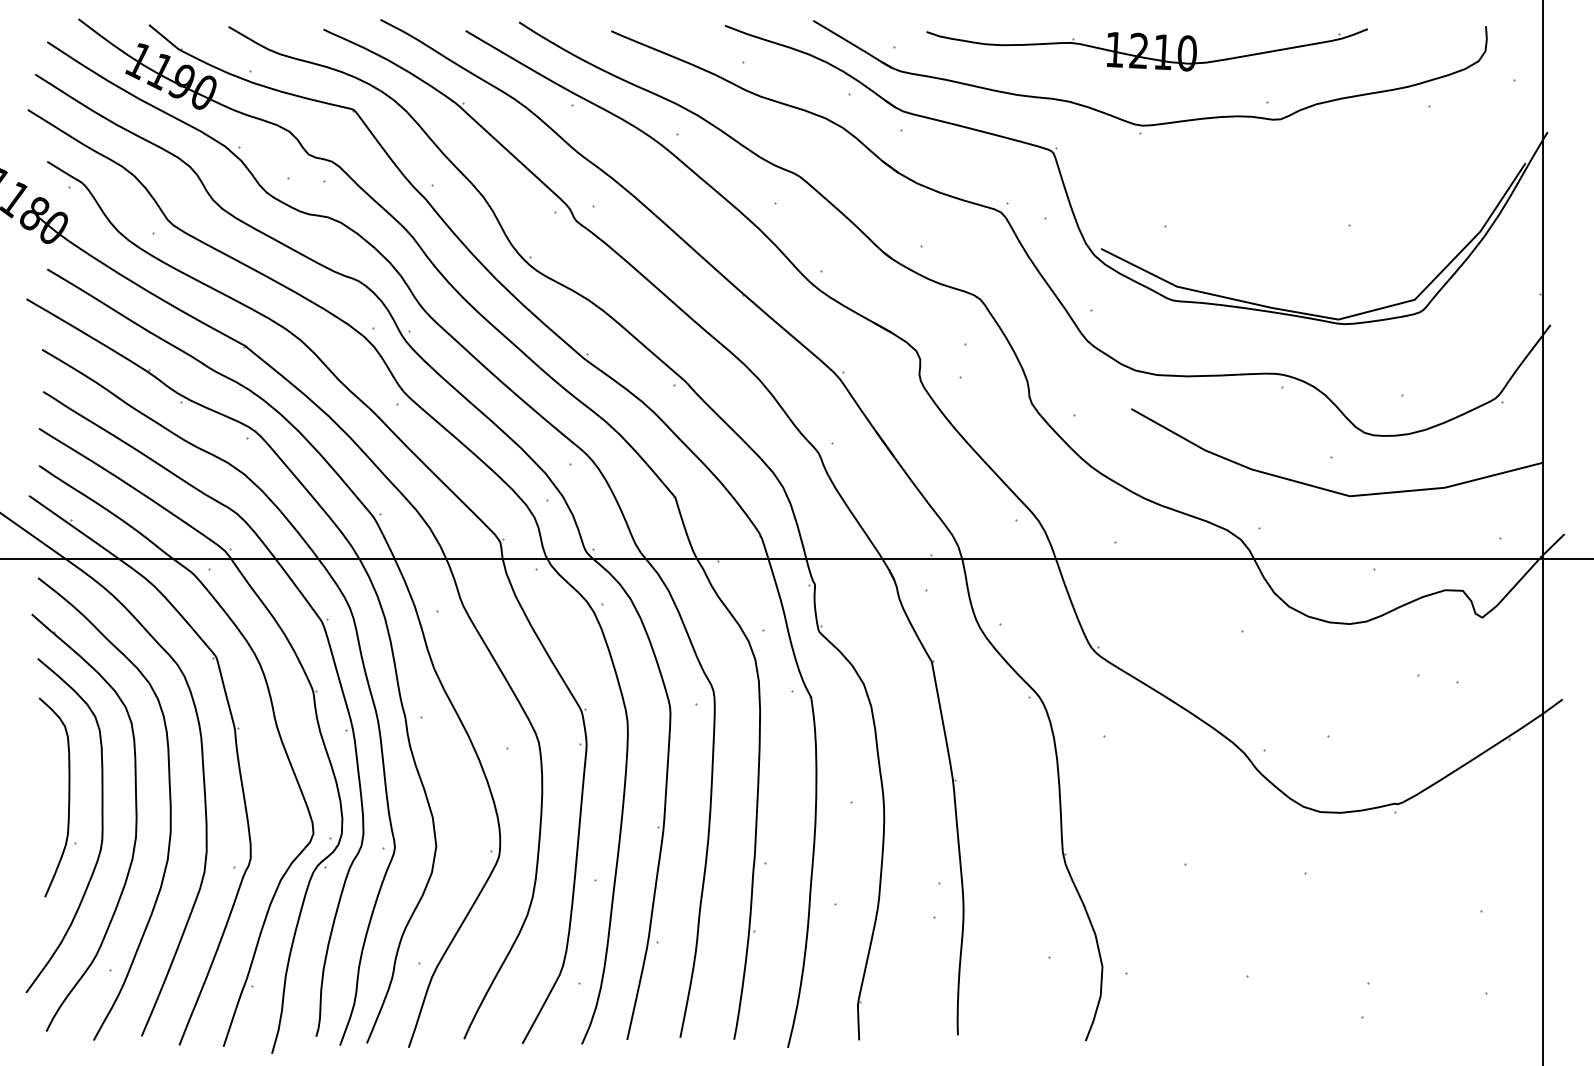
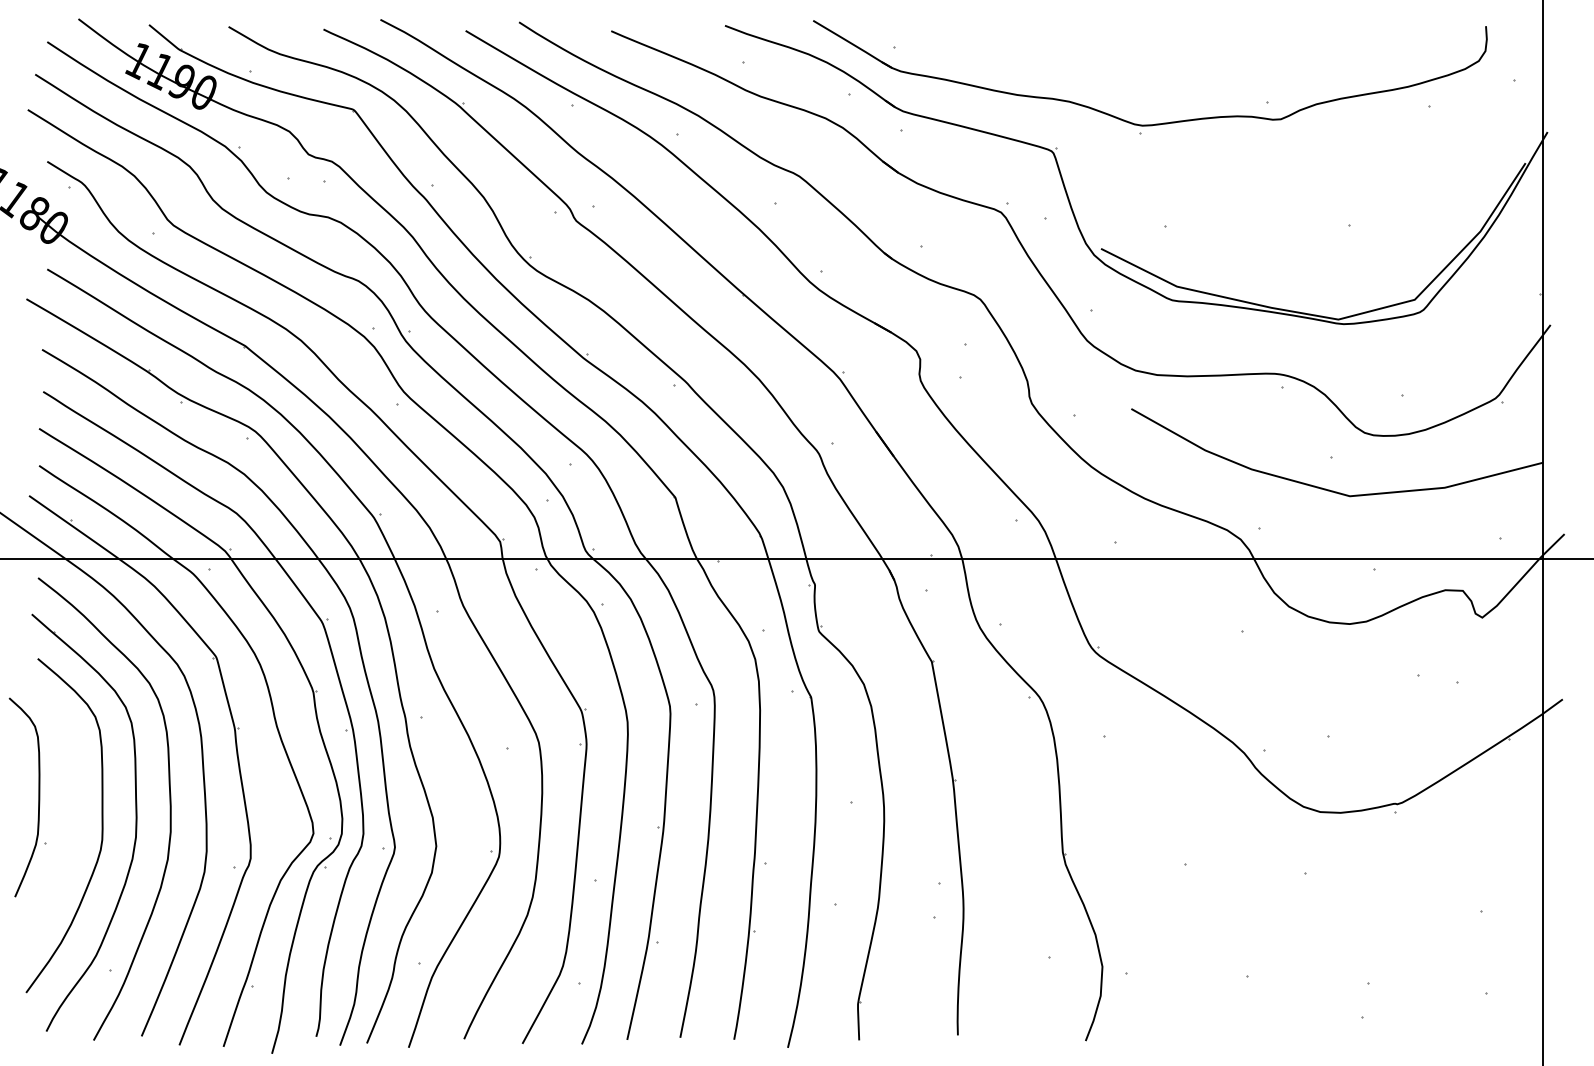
part at (1146, 49): present -> none
part at (68, 797) position: (68, 797) -> (38, 797)
